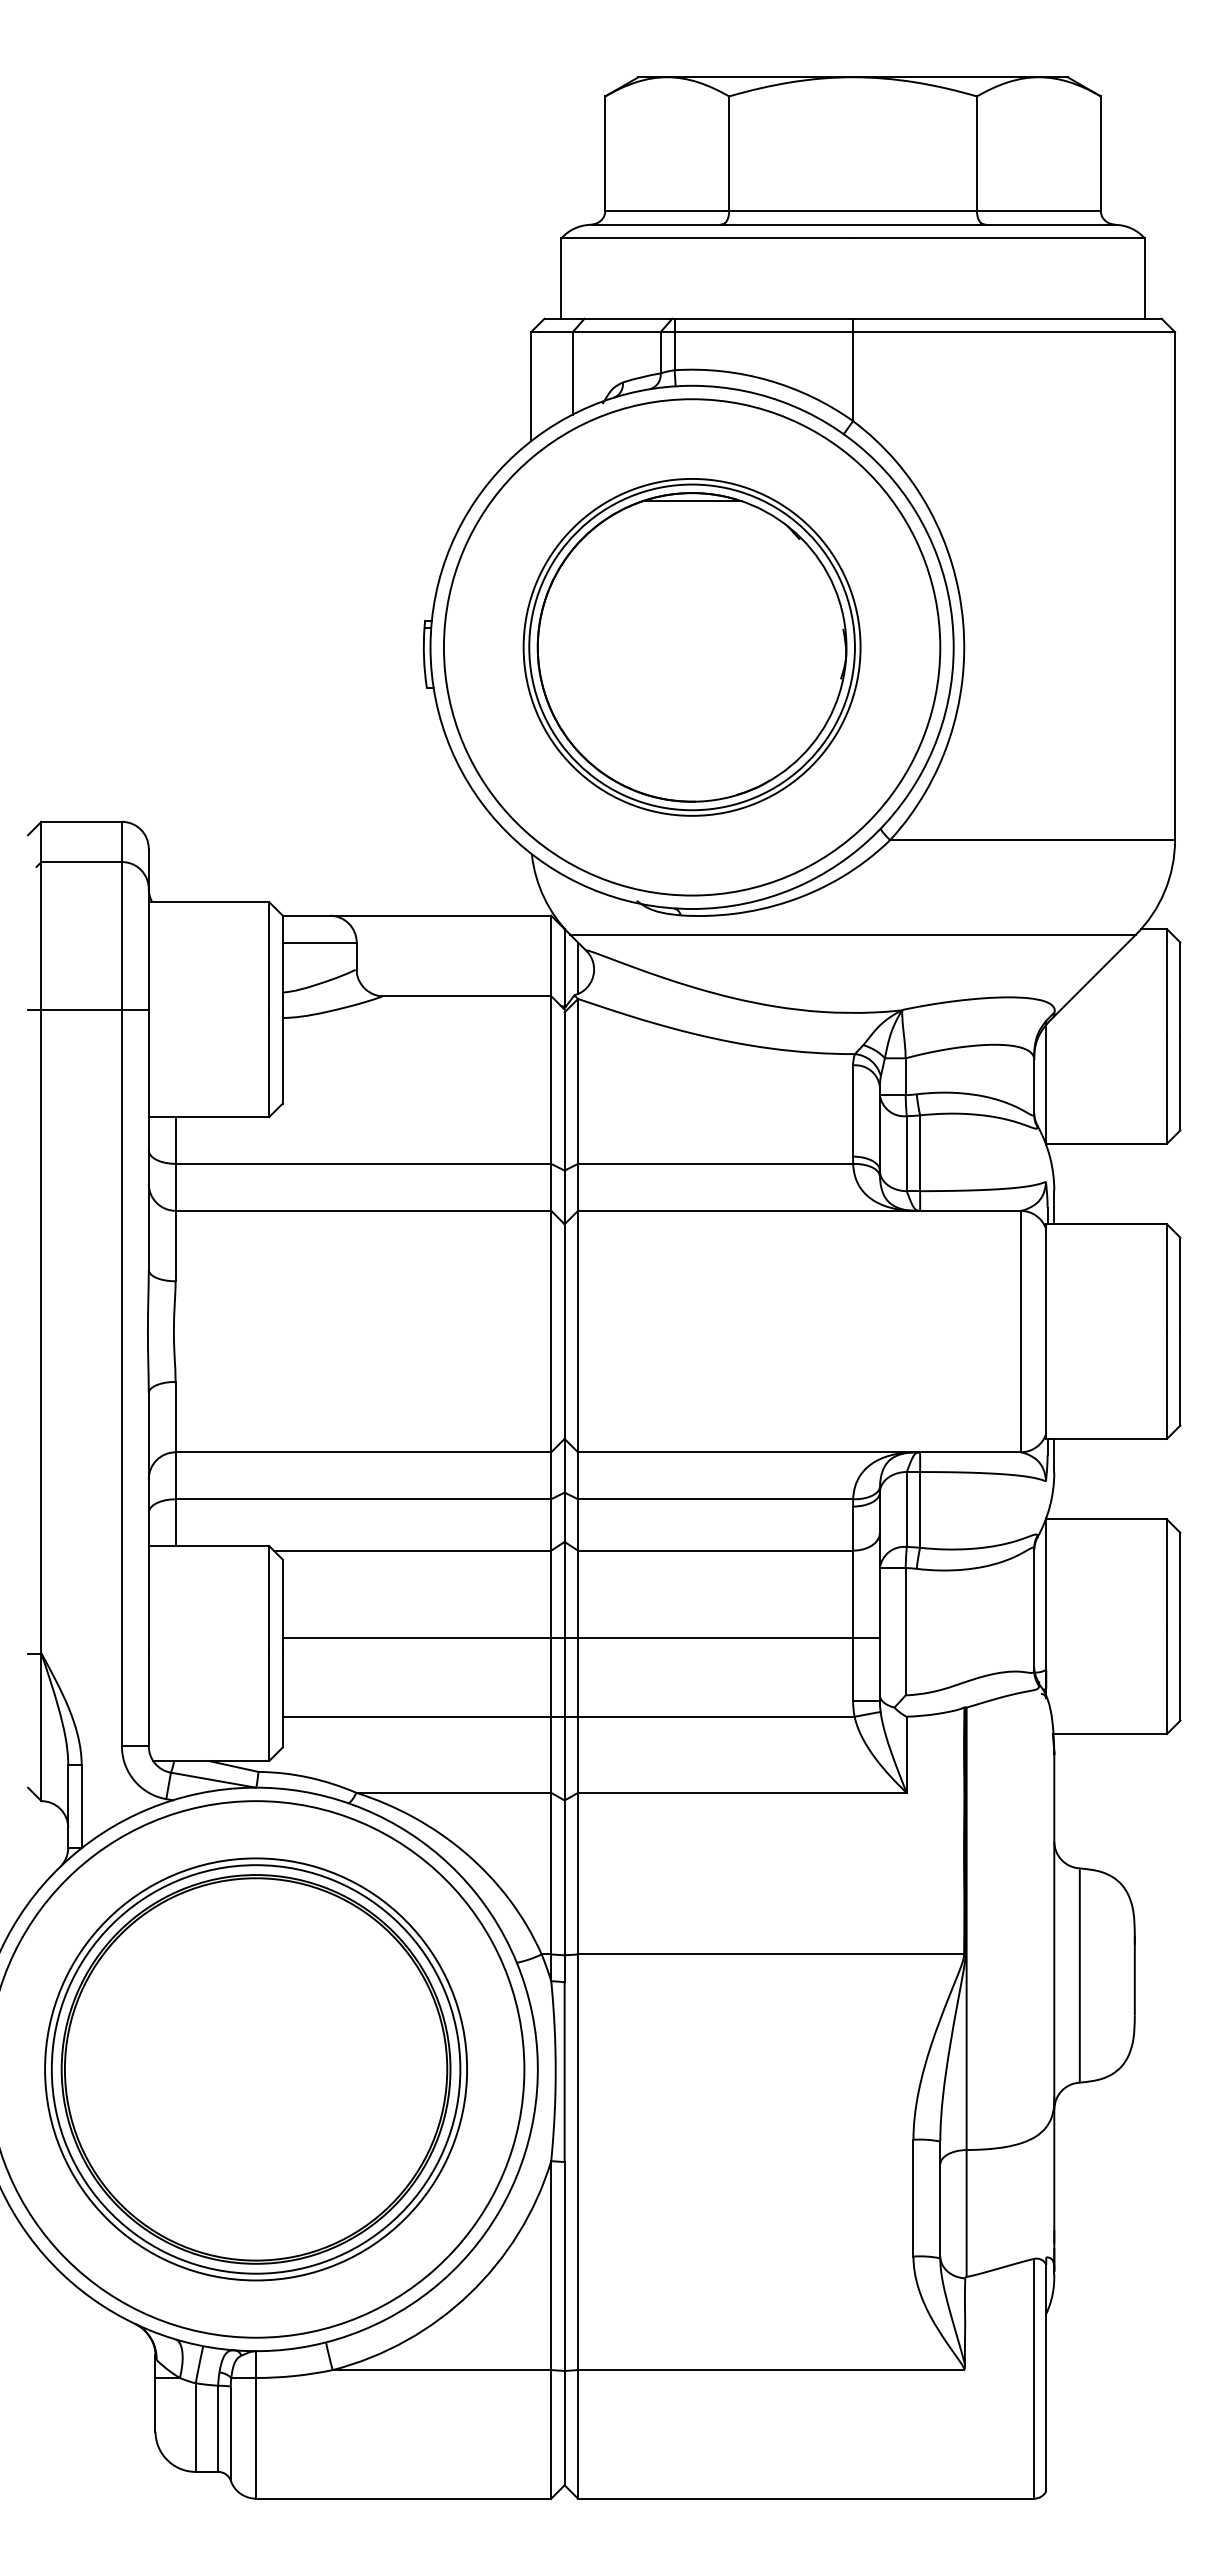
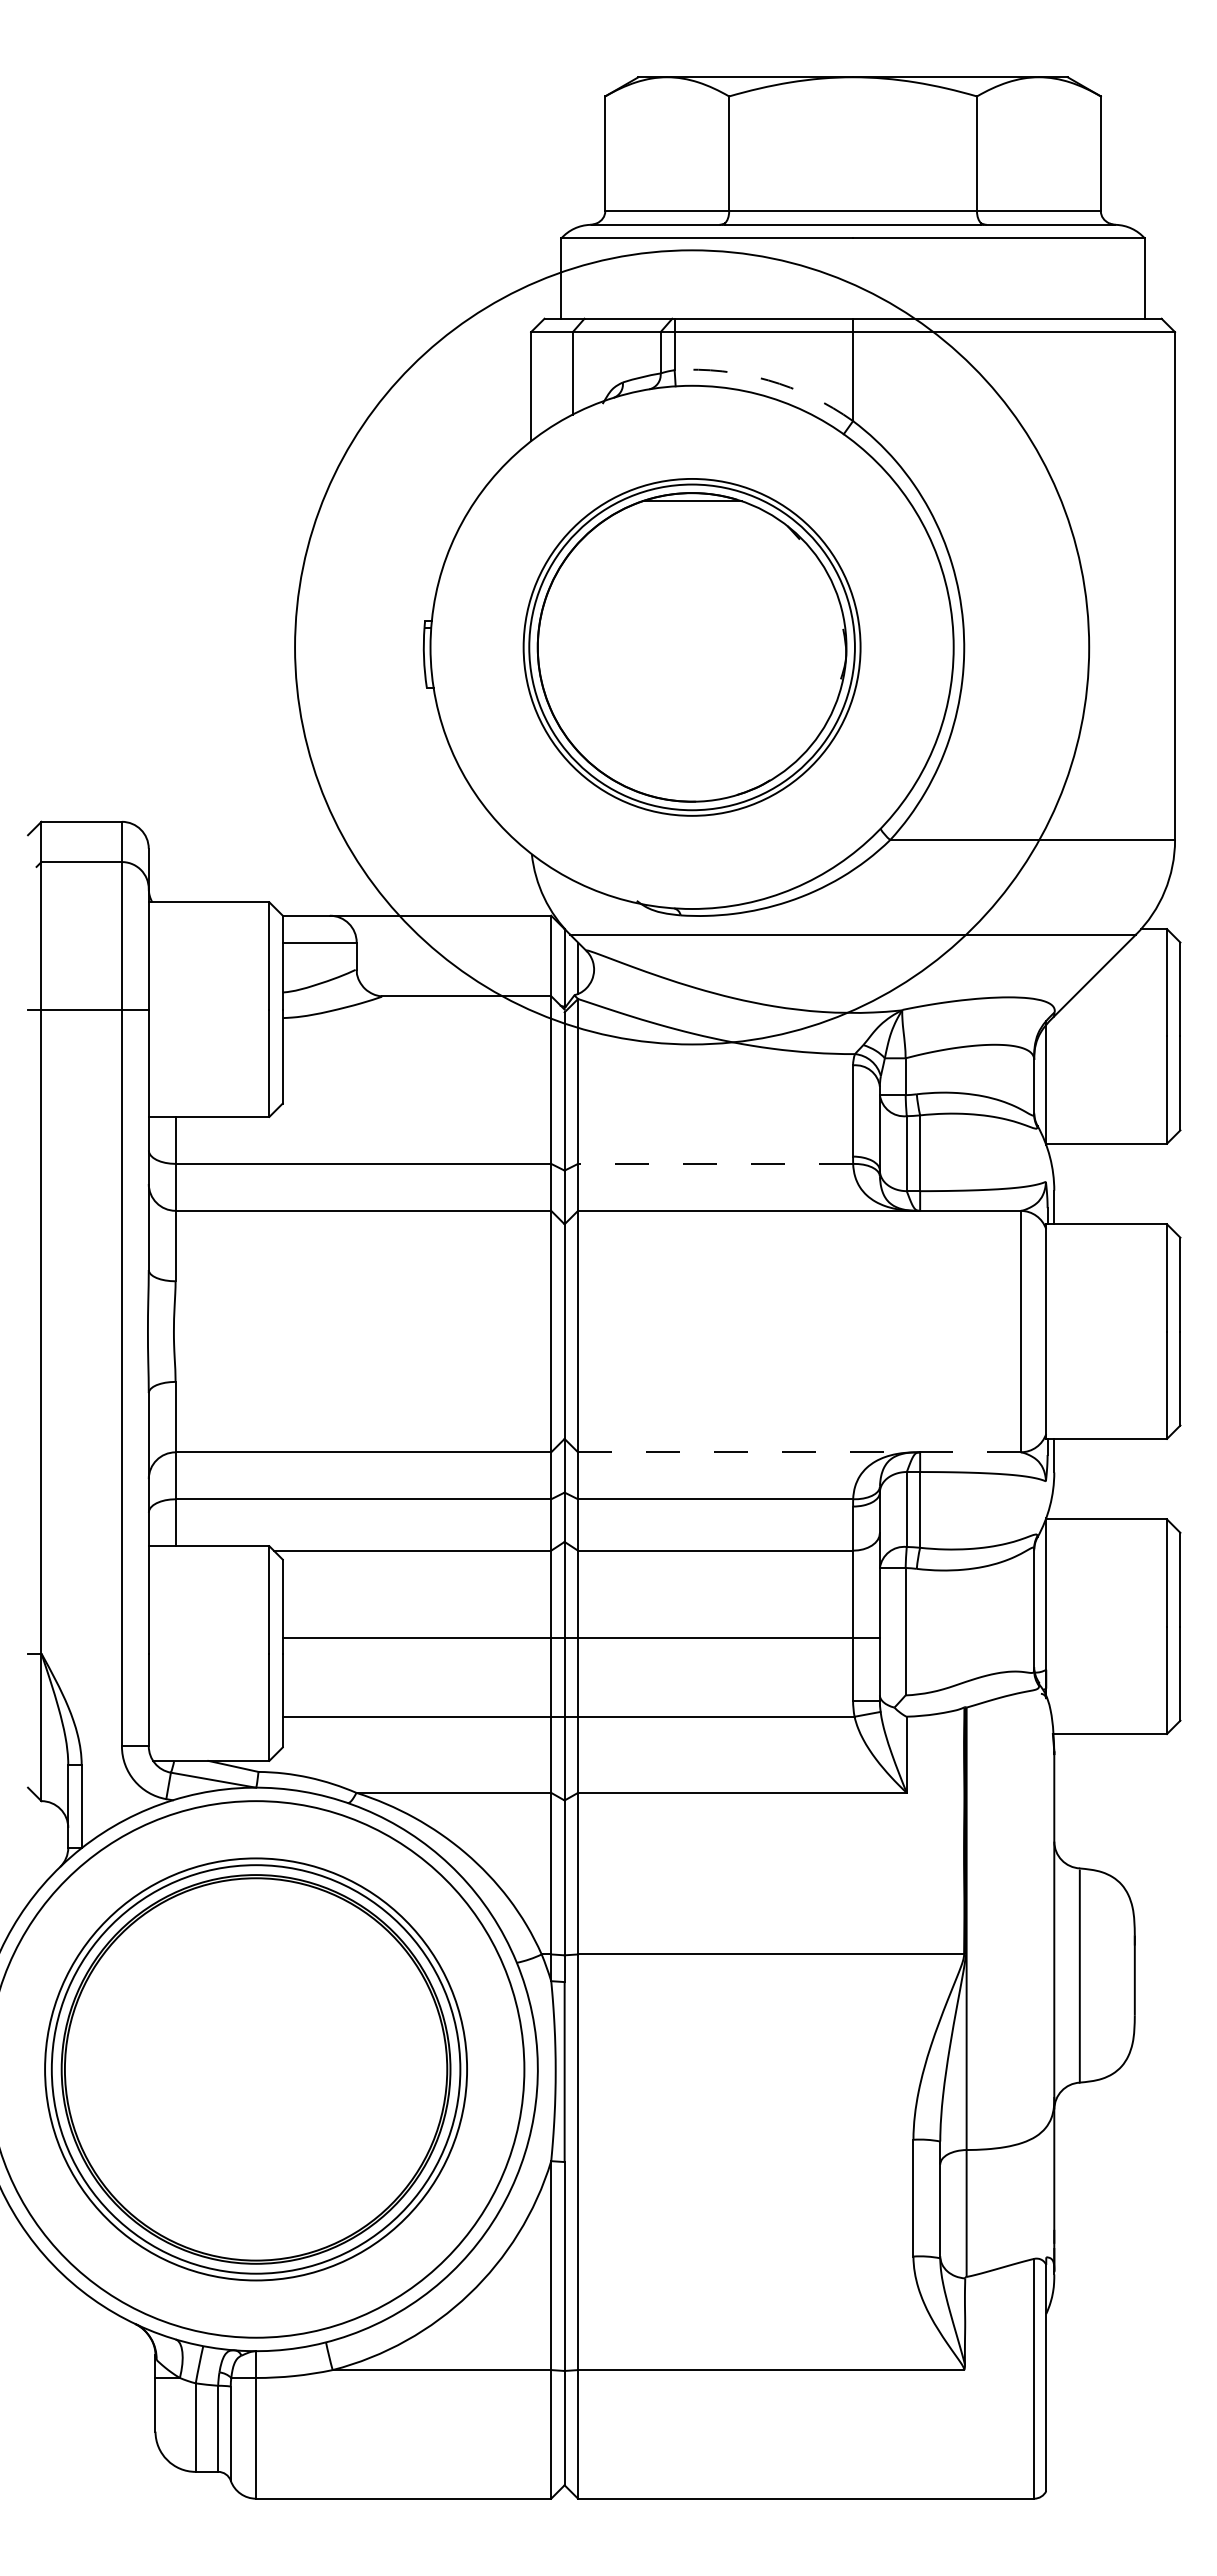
arc at (768, 380): solid -> dashed
circle at (691, 647) diameter: 496 px -> 794 px
line at (715, 1163): solid -> dashed
line at (798, 1452): solid -> dashed
